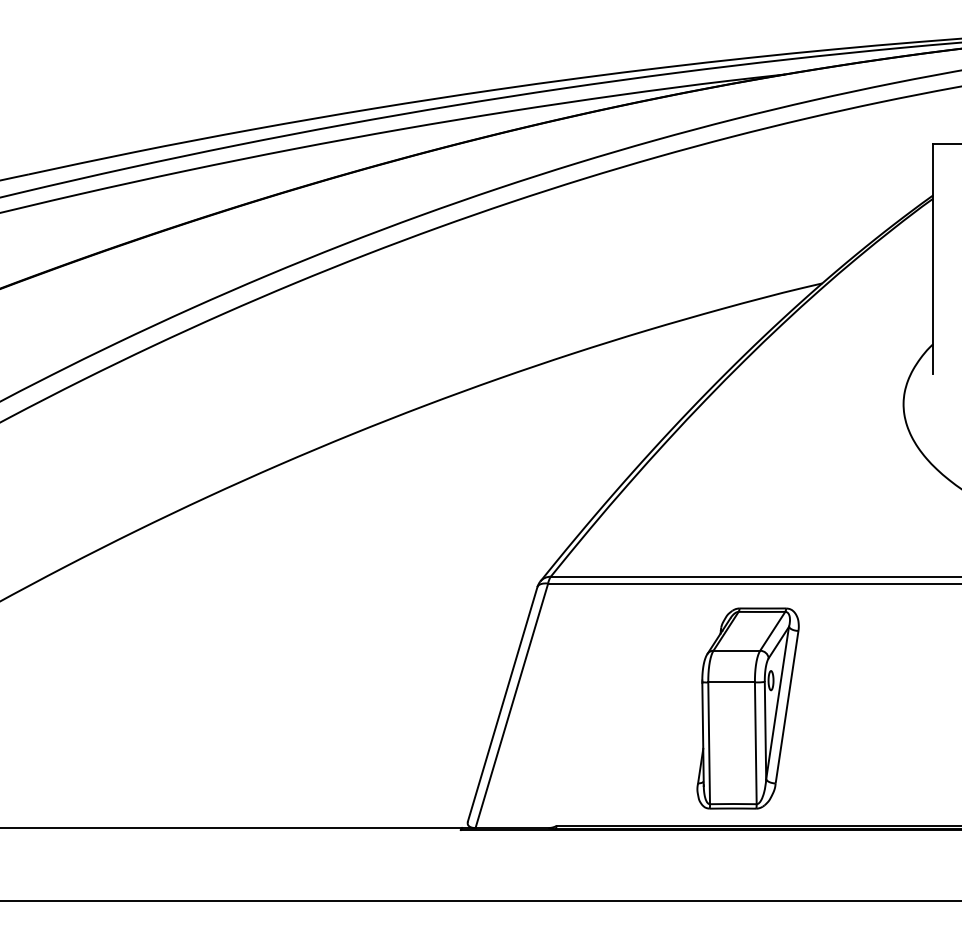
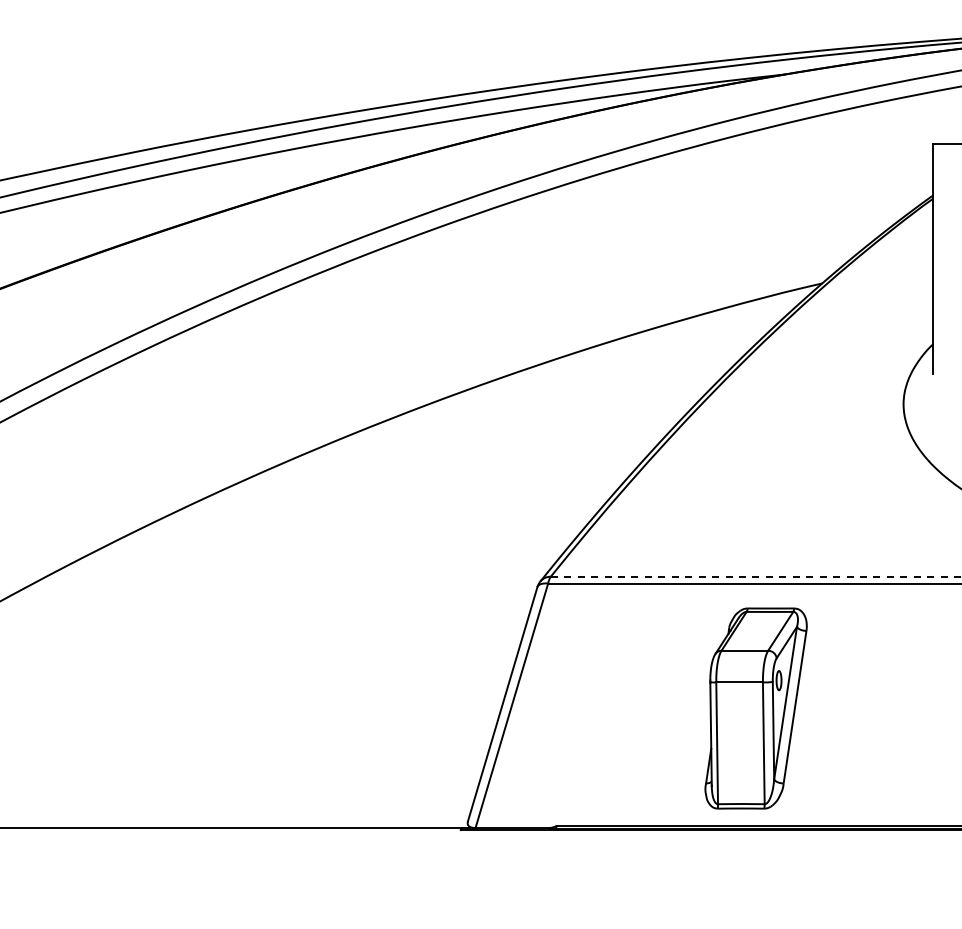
line at (756, 576): solid -> dashed
part at (747, 708) position: (747, 708) -> (755, 708)
line at (480, 901): present -> none
